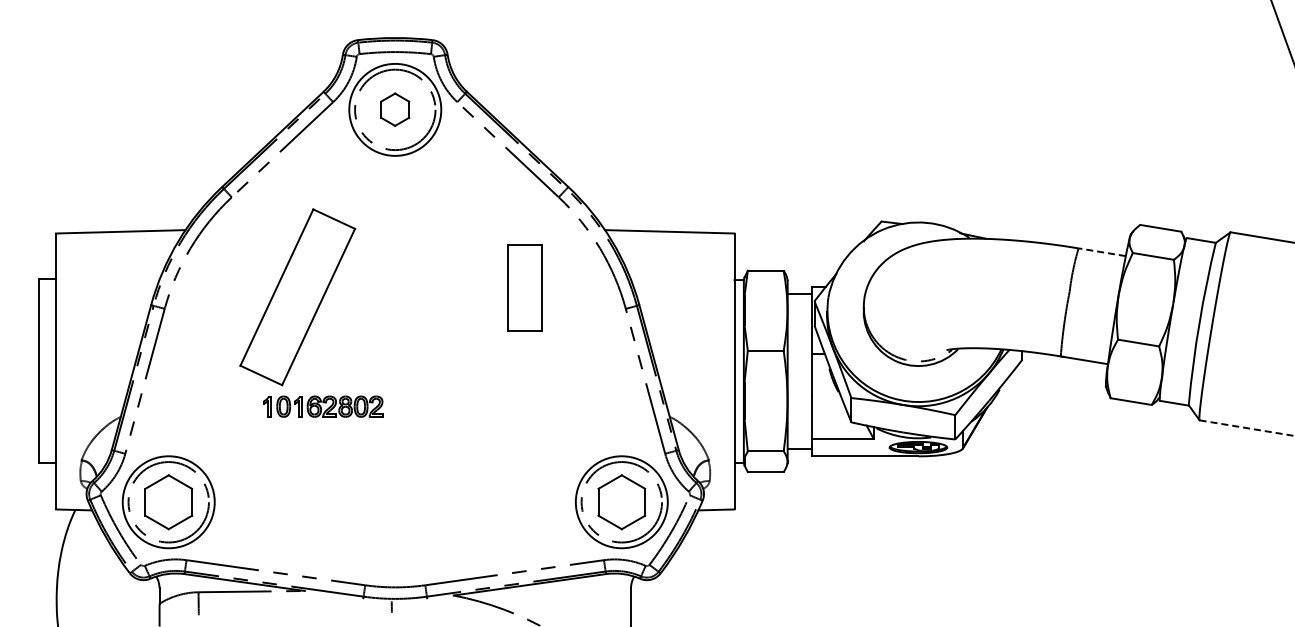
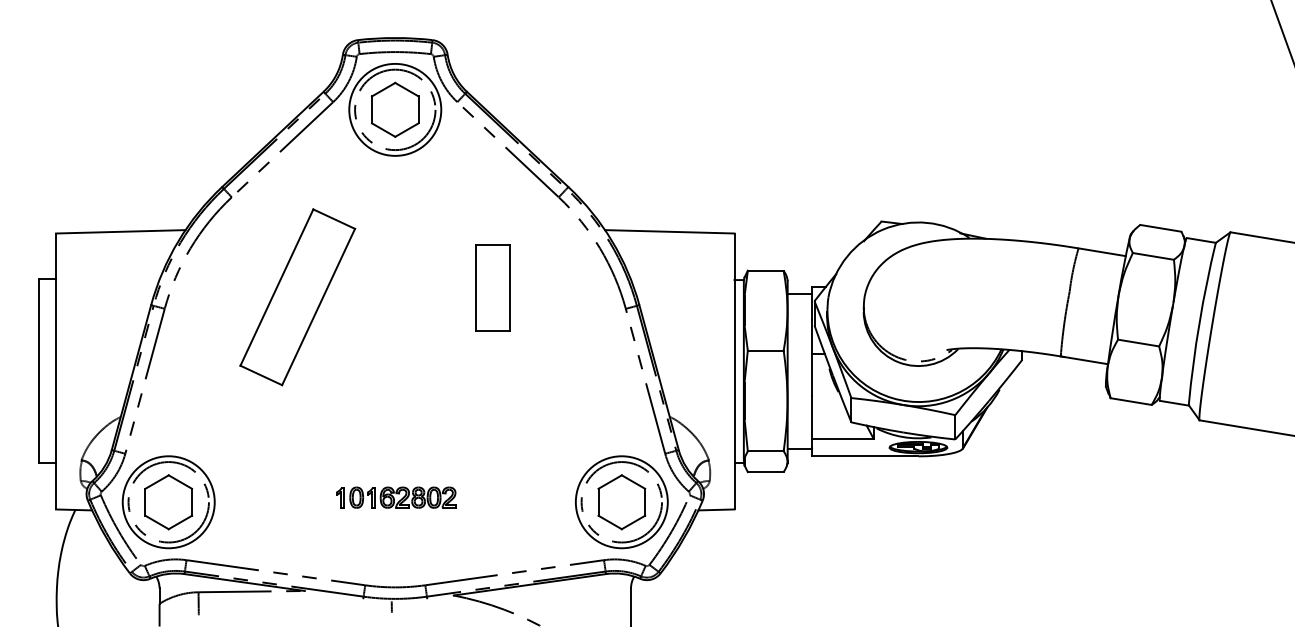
part at (395, 109) size: 31x35 px -> 50x57 px
line at (1102, 252): dashed -> solid
part at (524, 287) position: (524, 287) -> (492, 287)
part at (323, 406) position: (323, 406) -> (396, 497)
line at (1246, 428): dashed -> solid
